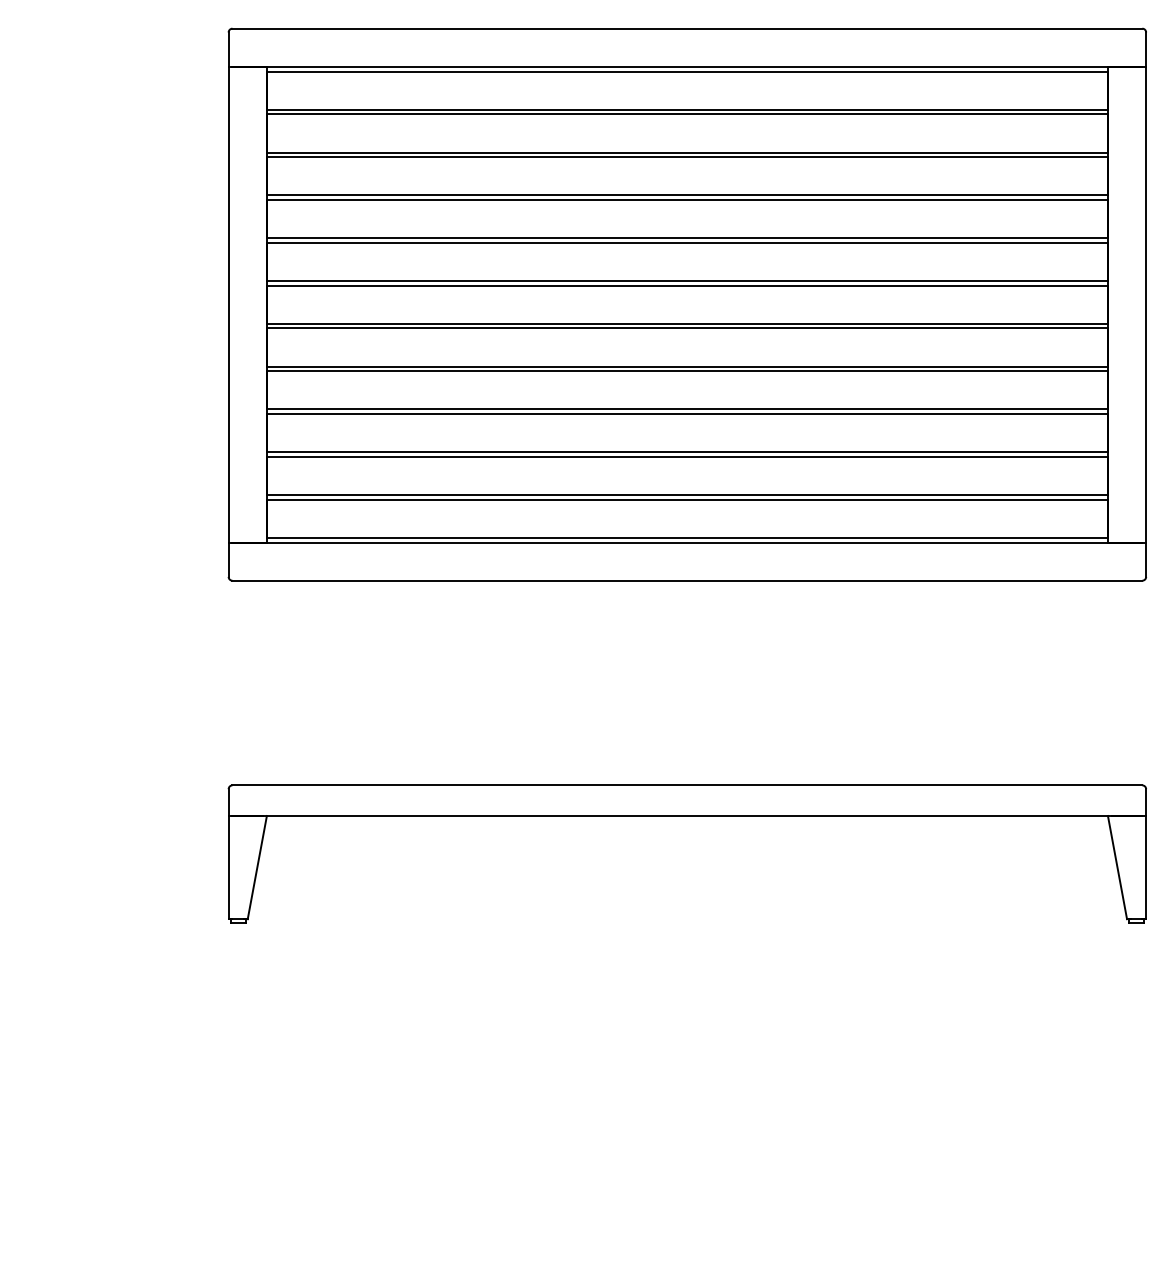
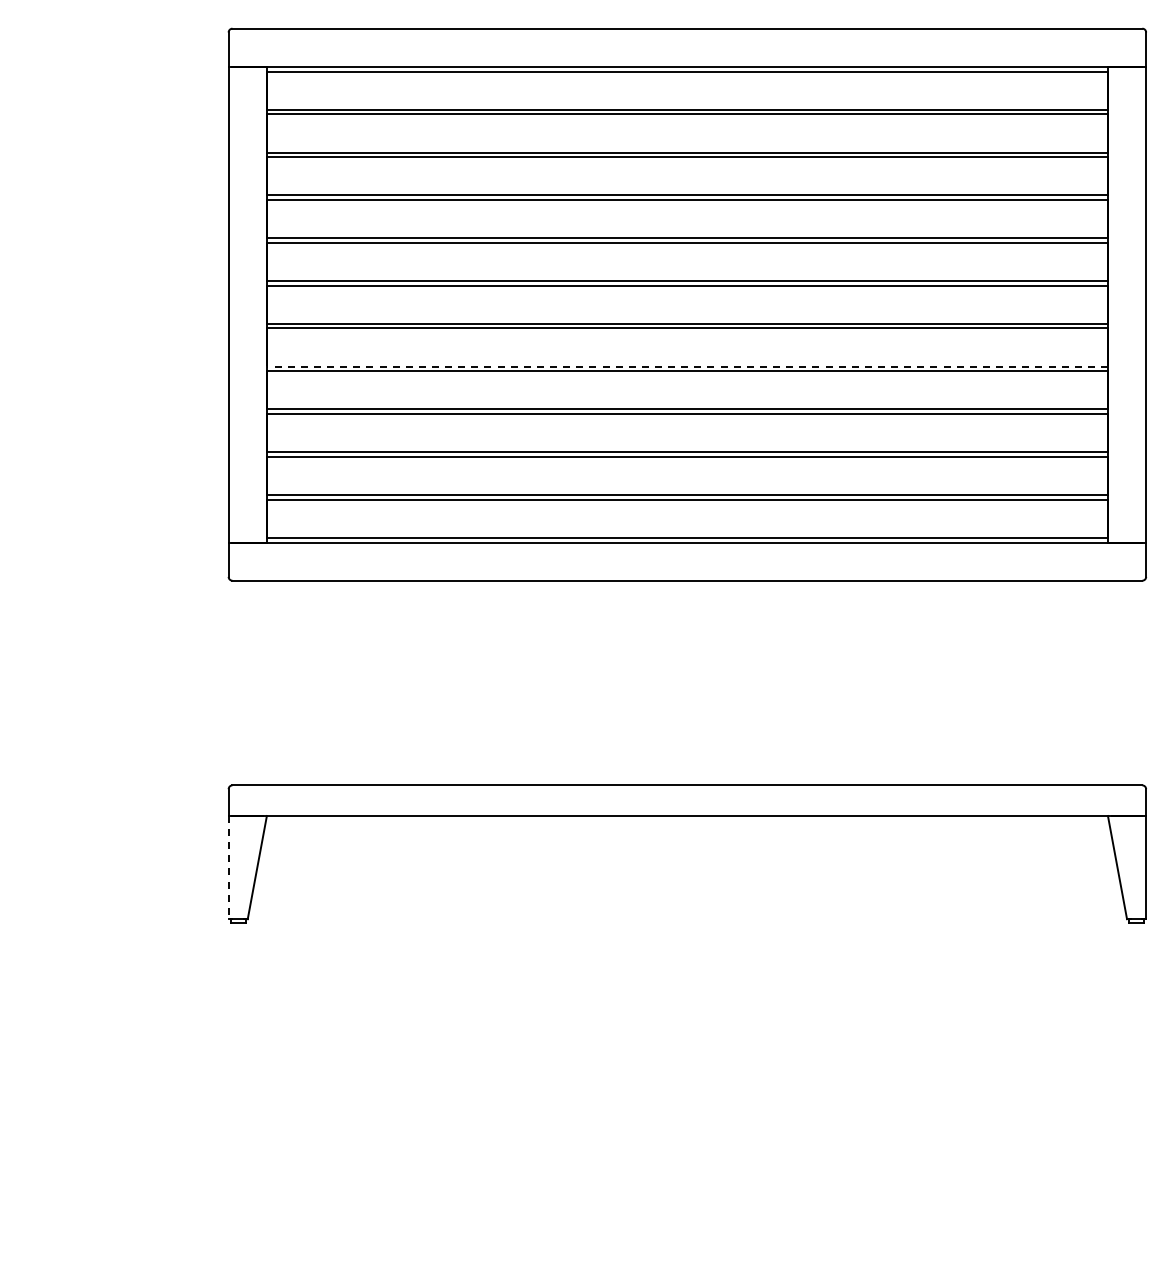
line at (687, 366): solid -> dashed
line at (228, 867): solid -> dashed
